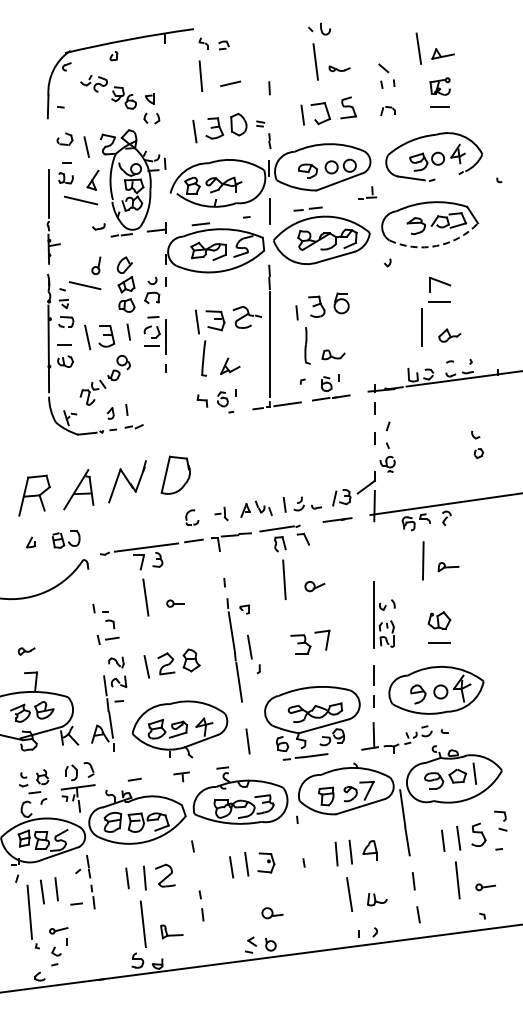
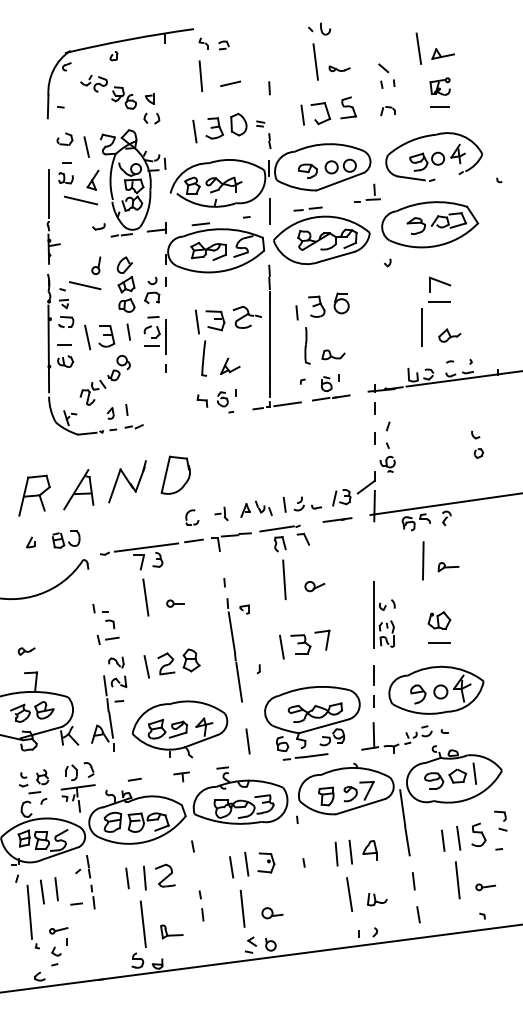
part at (367, 192) size: 20x14 px -> 27x20 px
arc at (436, 246): dashed -> solid
line at (249, 646) position: (249, 646) -> (281, 646)
line at (242, 908): none -> present
